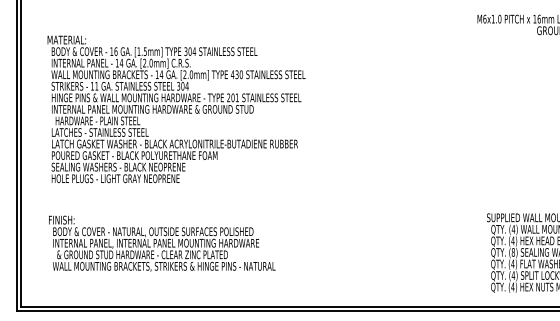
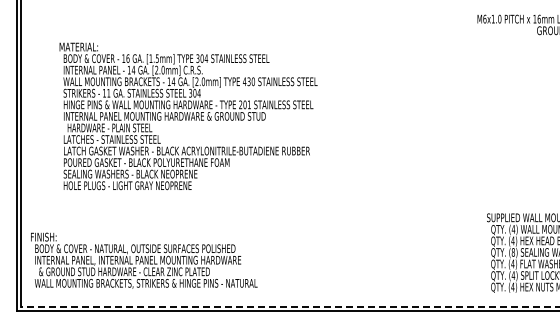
text at (176, 109) position: (176, 109) -> (188, 116)
text at (162, 243) position: (162, 243) -> (144, 260)
line at (290, 306): solid -> dashed
